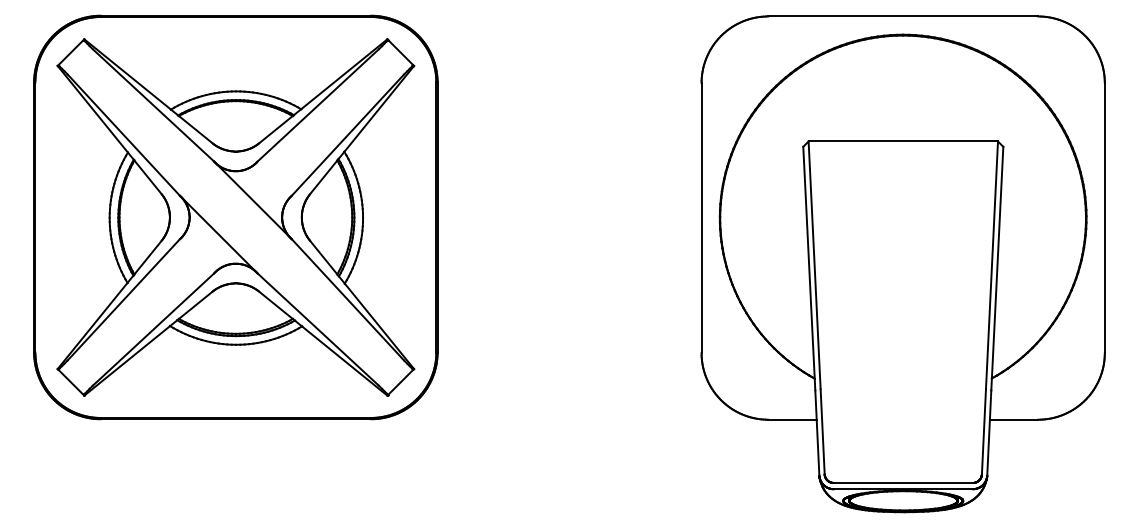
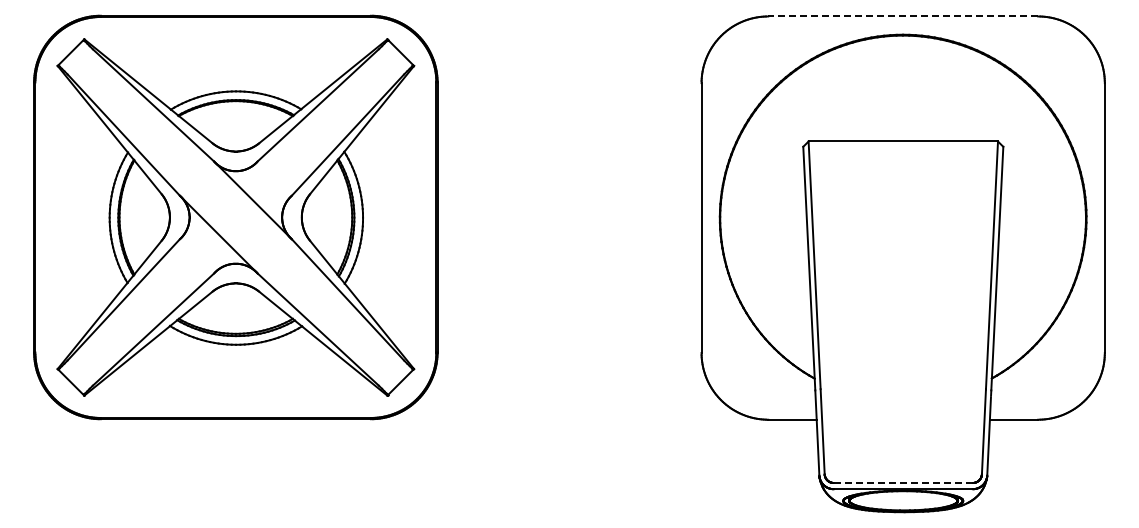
line at (903, 16): solid -> dashed
line at (903, 482): solid -> dashed
